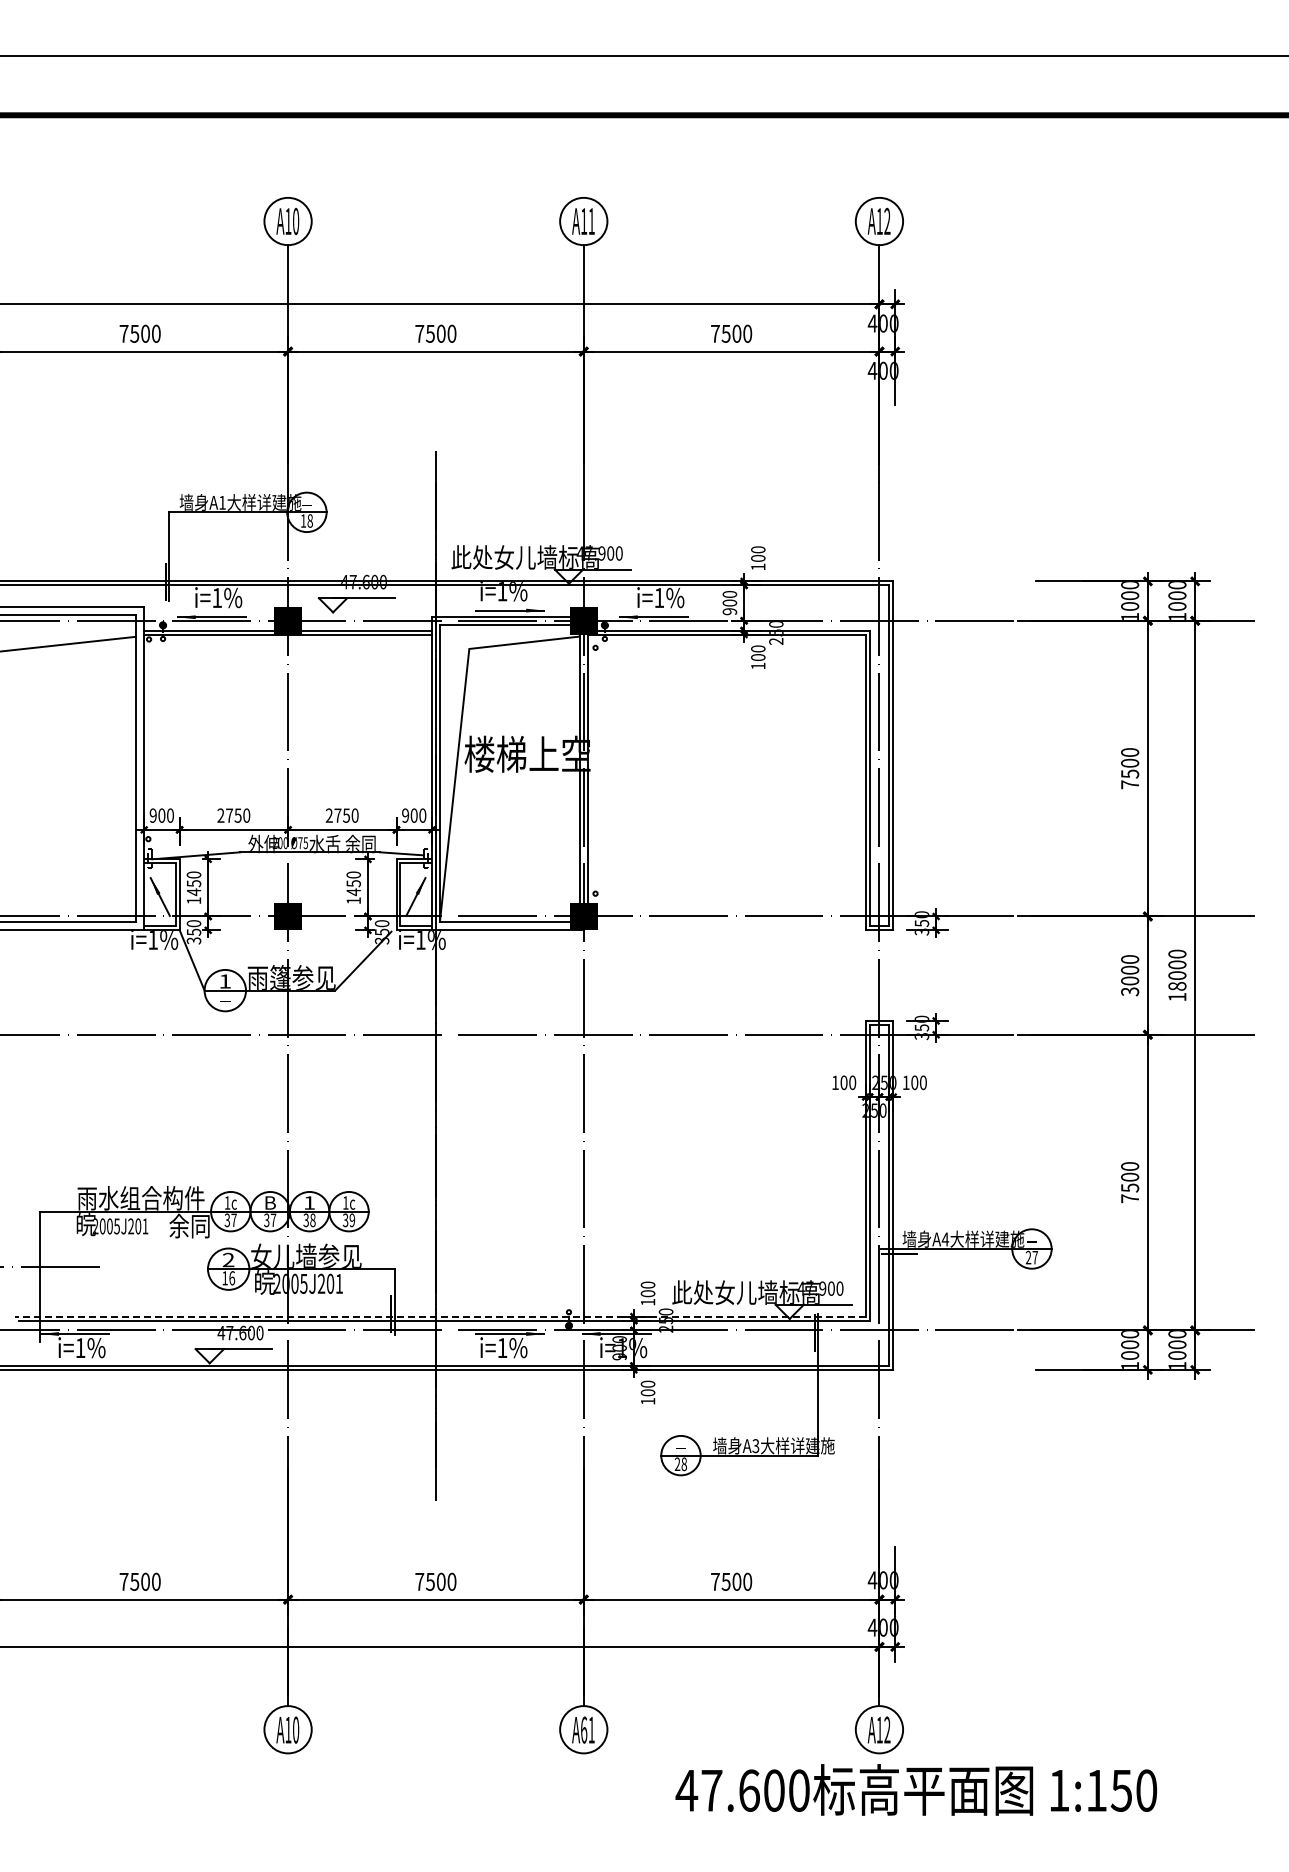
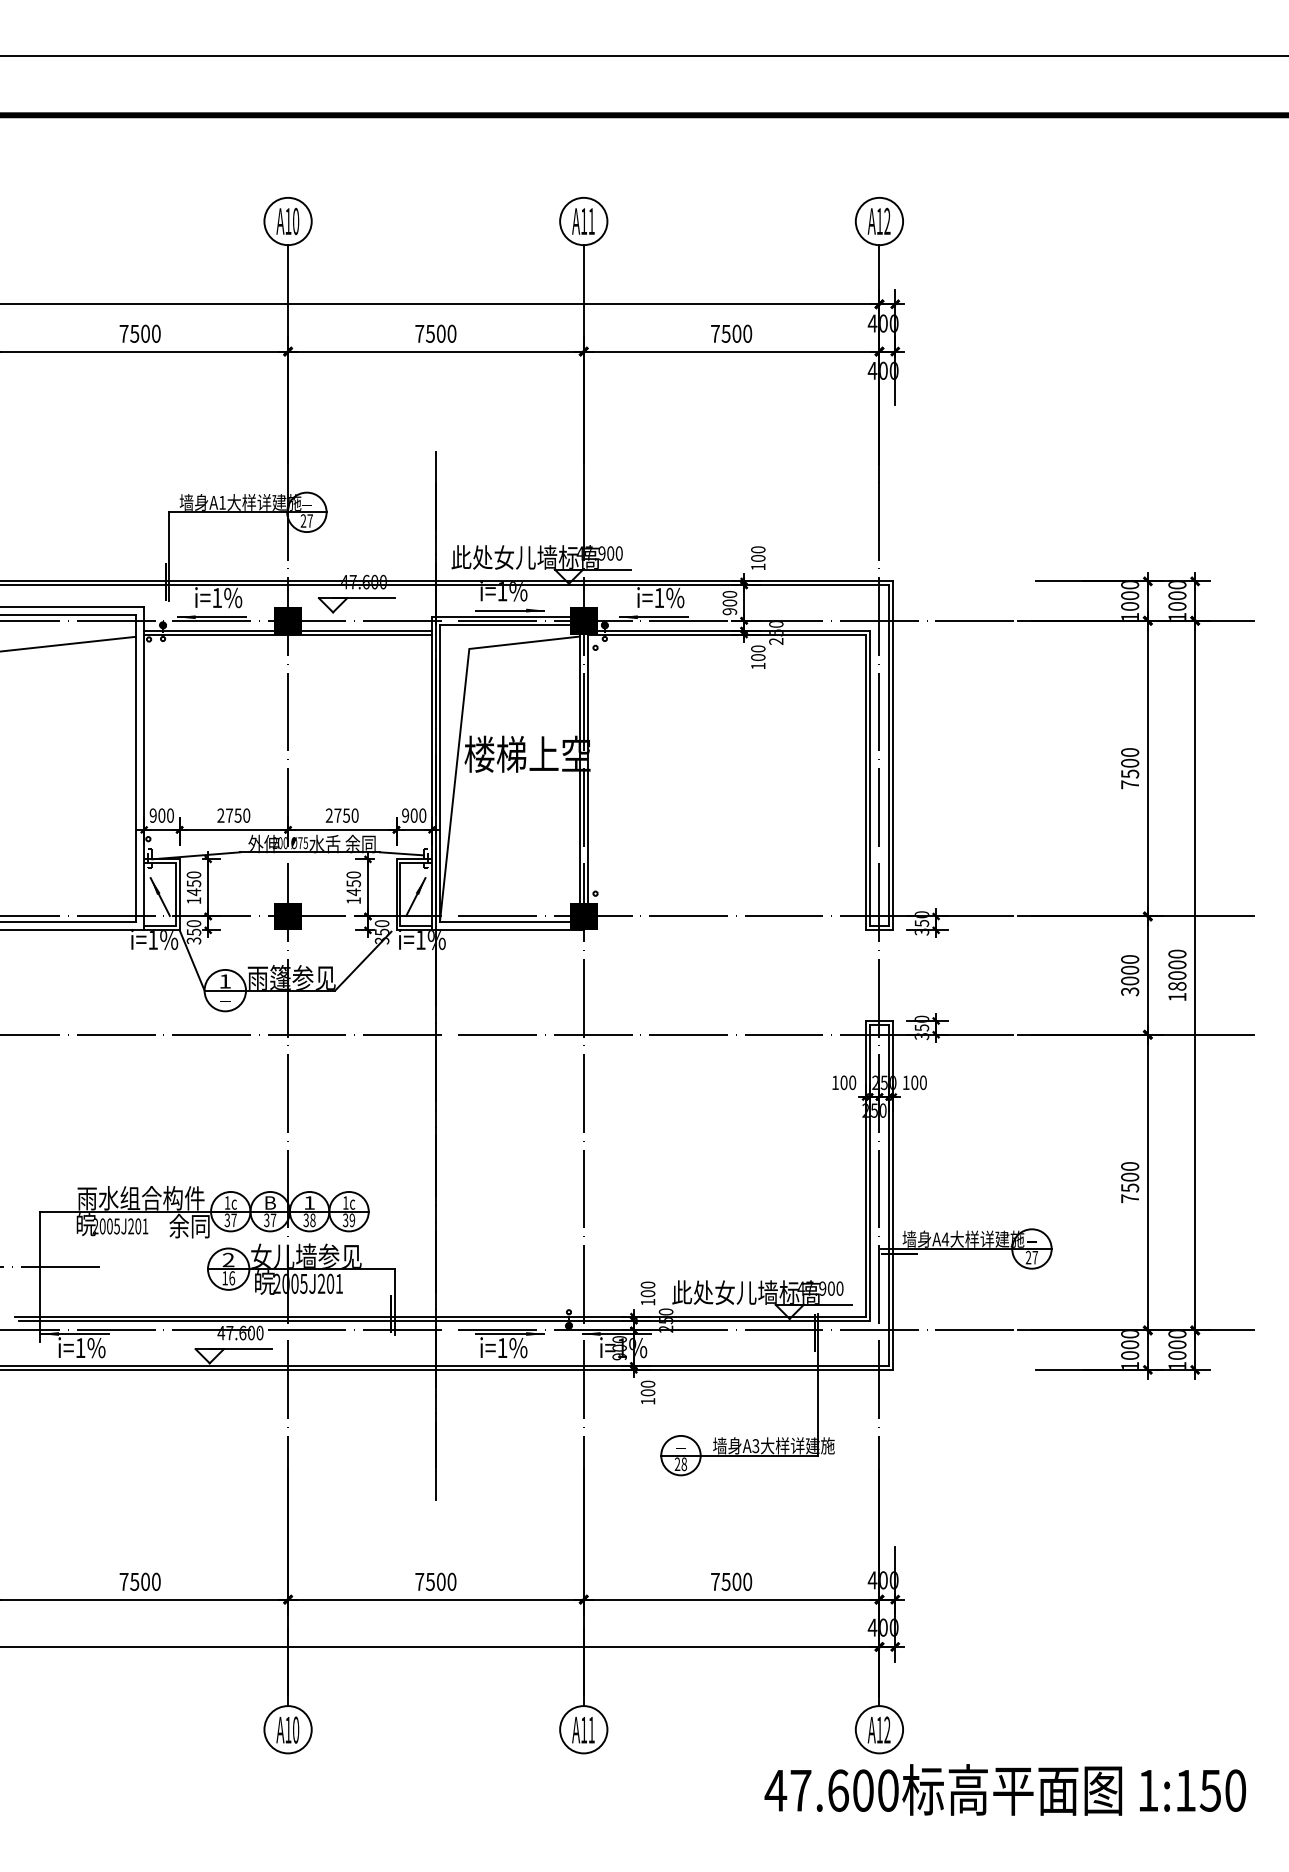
text at (306, 520): 18 -> 27
line at (439, 1316): dashed -> solid
text at (584, 1729): A61 -> A11
text at (915, 1789) position: (915, 1789) -> (1004, 1789)
